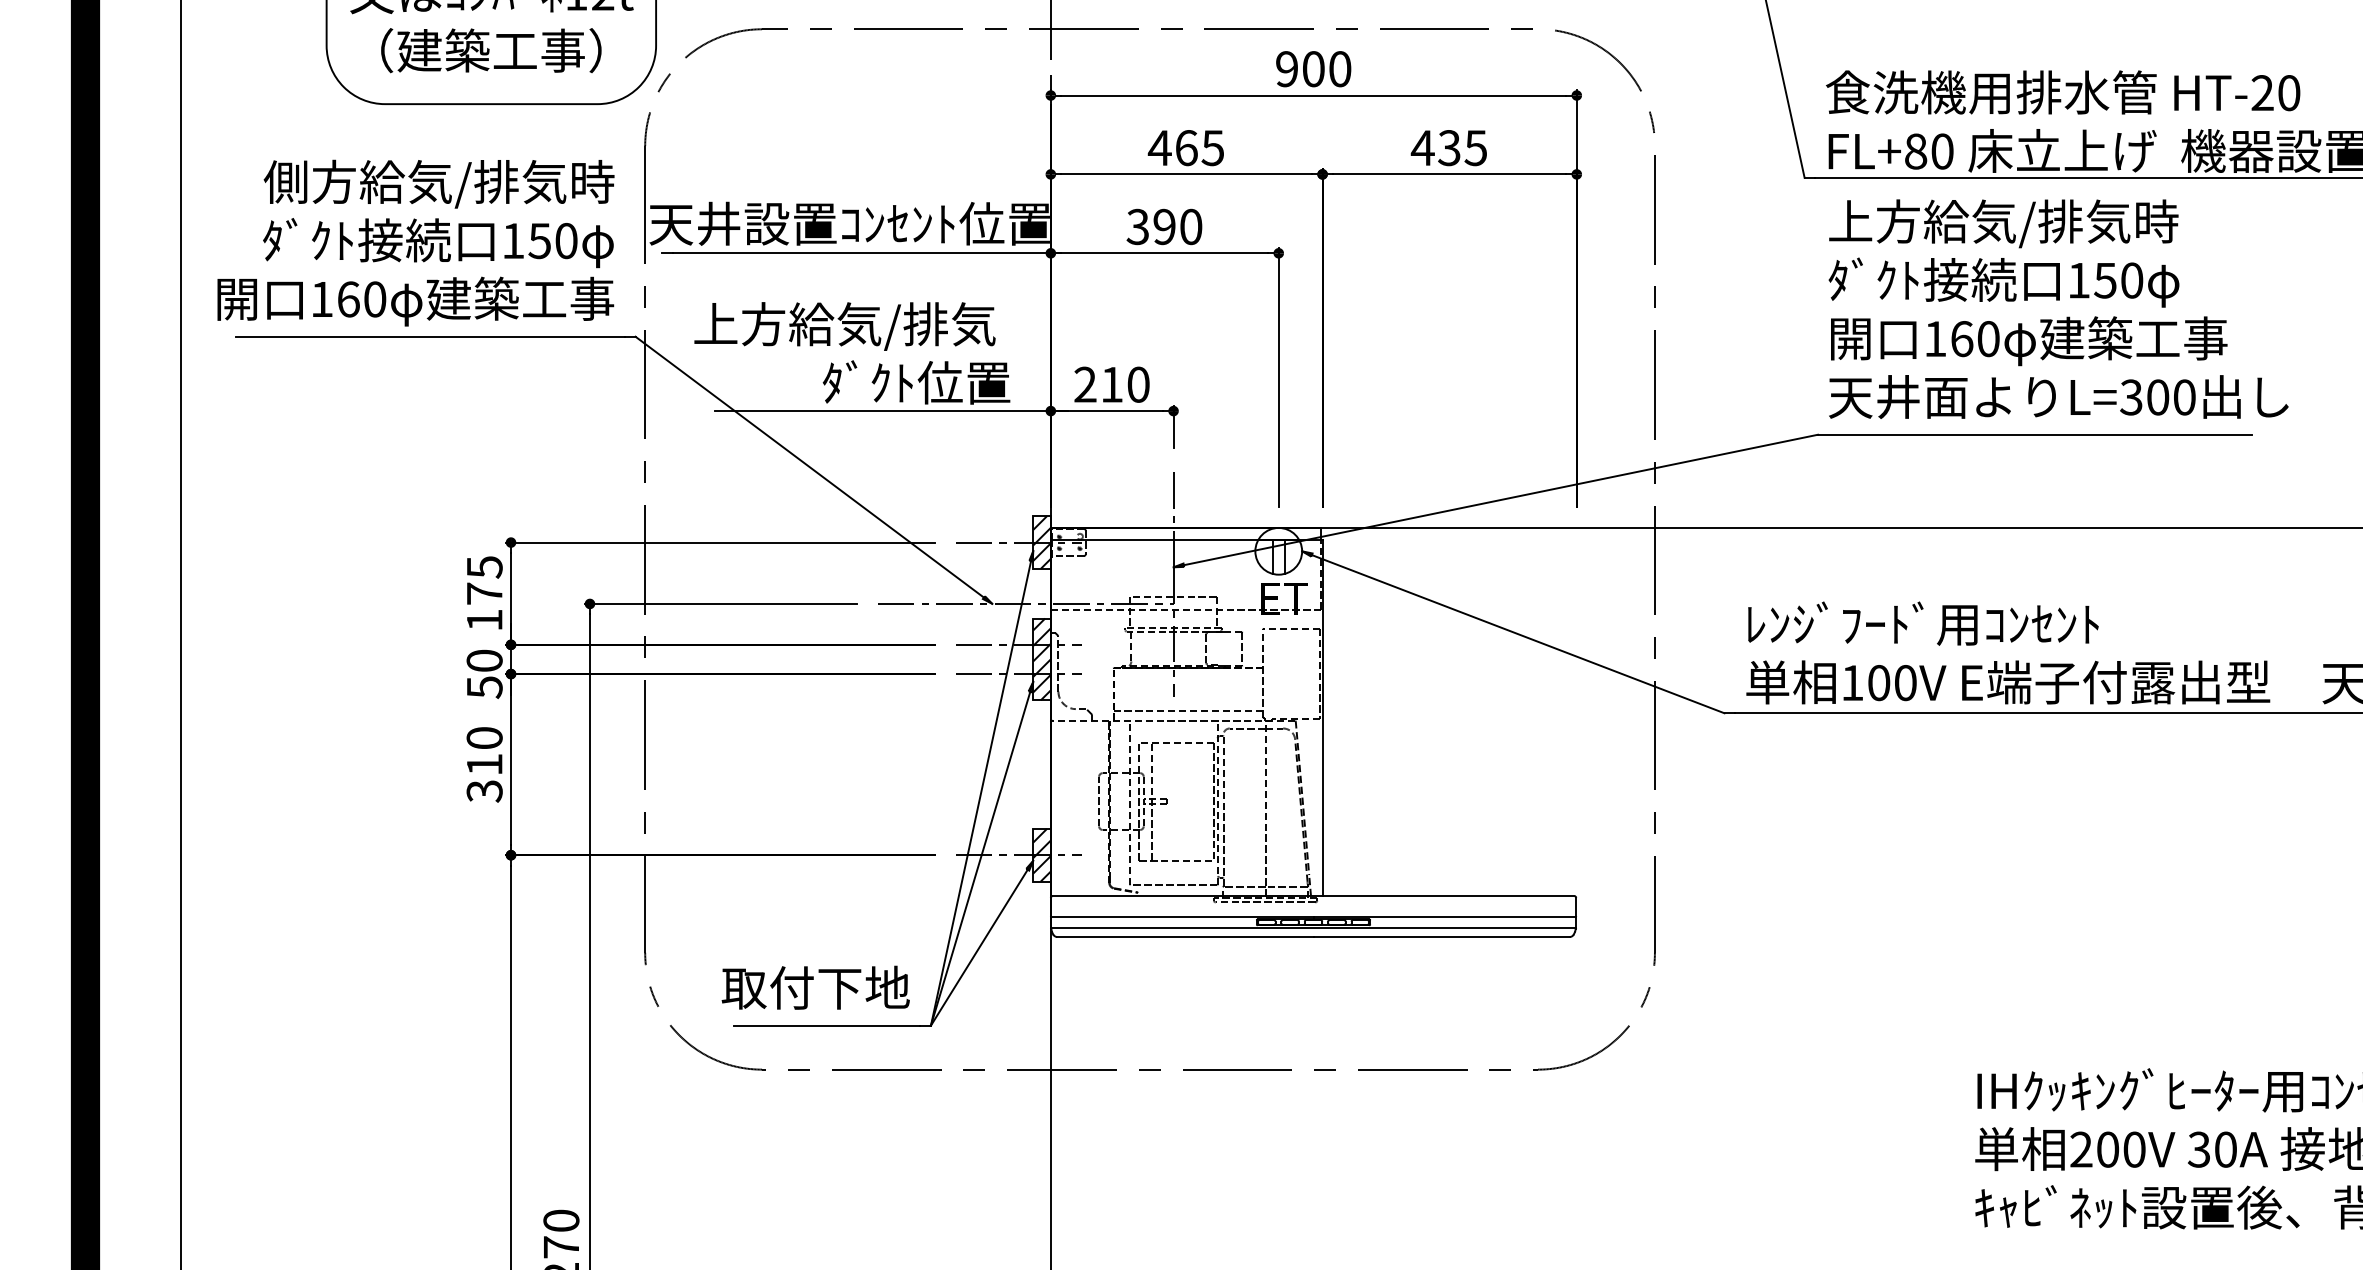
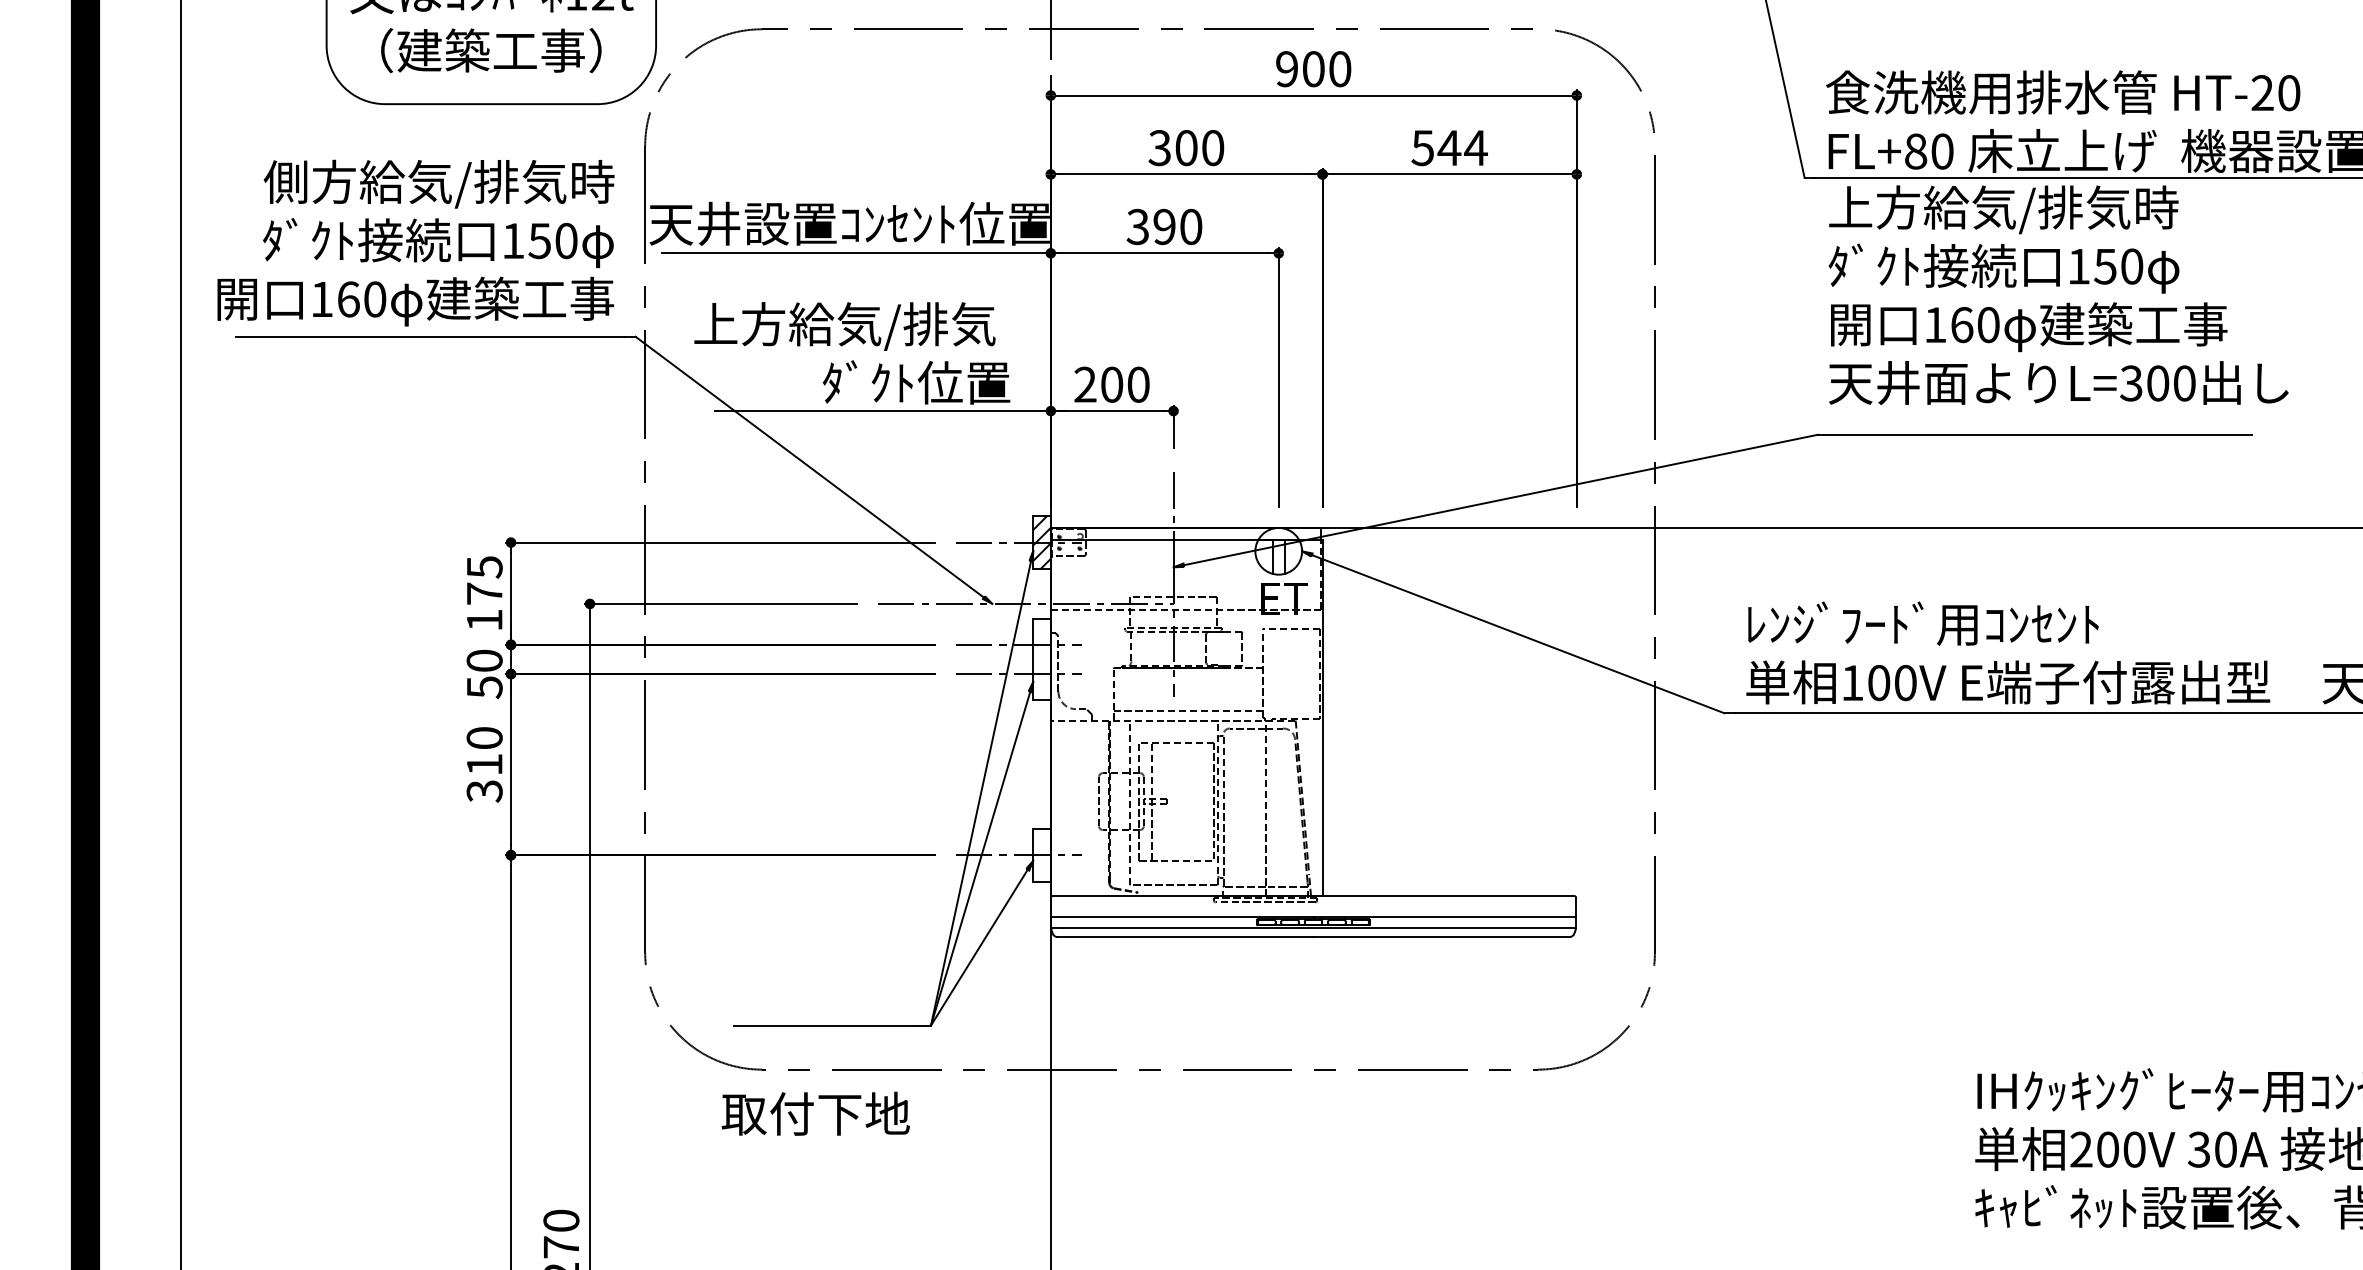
text at (1185, 148): 465 -> 300
text at (1448, 148): 435 -> 544
text at (2058, 308) position: (2058, 308) -> (2058, 294)
text at (1112, 384): 210 -> 200
hatch at (1041, 659): present -> none
hatch at (1041, 854): present -> none
text at (815, 987) position: (815, 987) -> (815, 1113)
